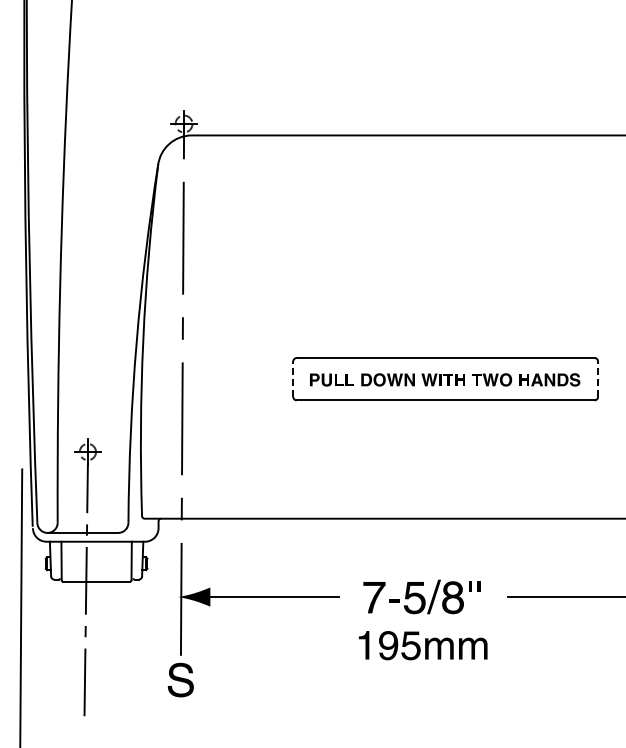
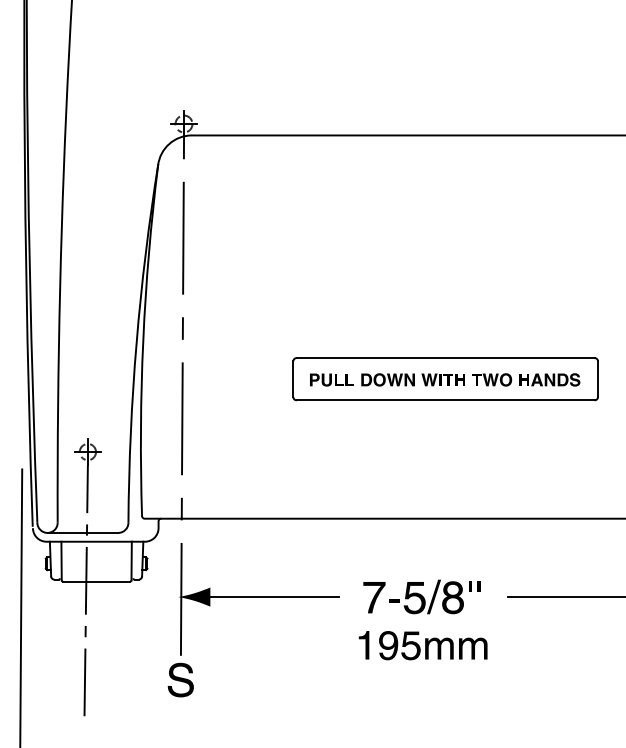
line at (293, 379): dashed -> solid
line at (598, 379): dashed -> solid
